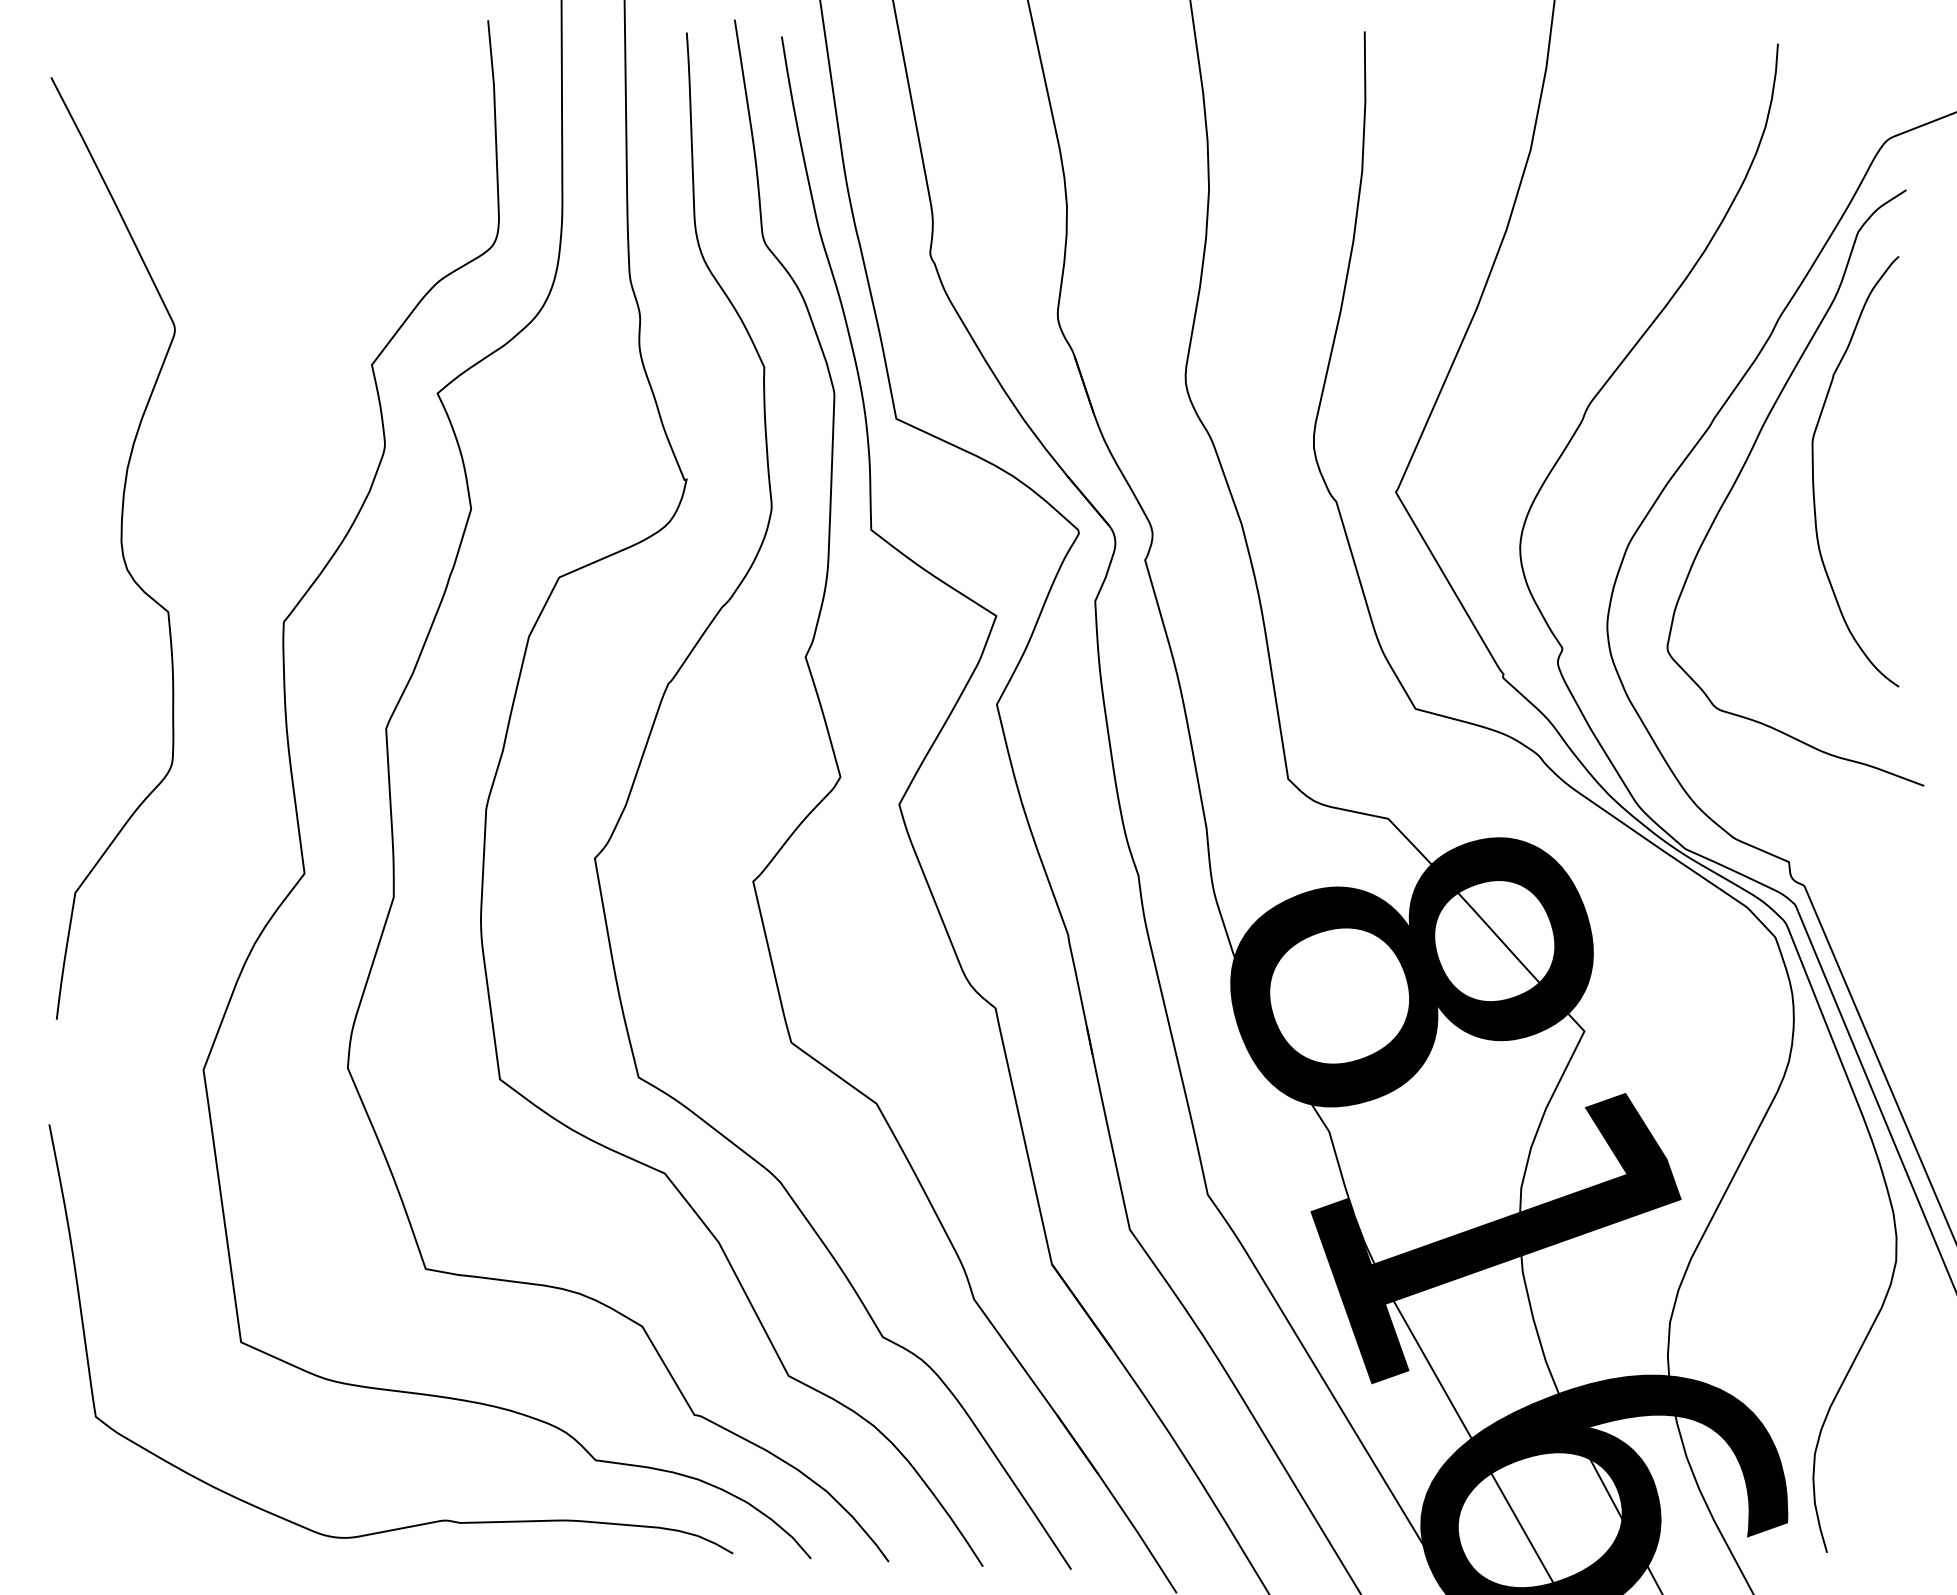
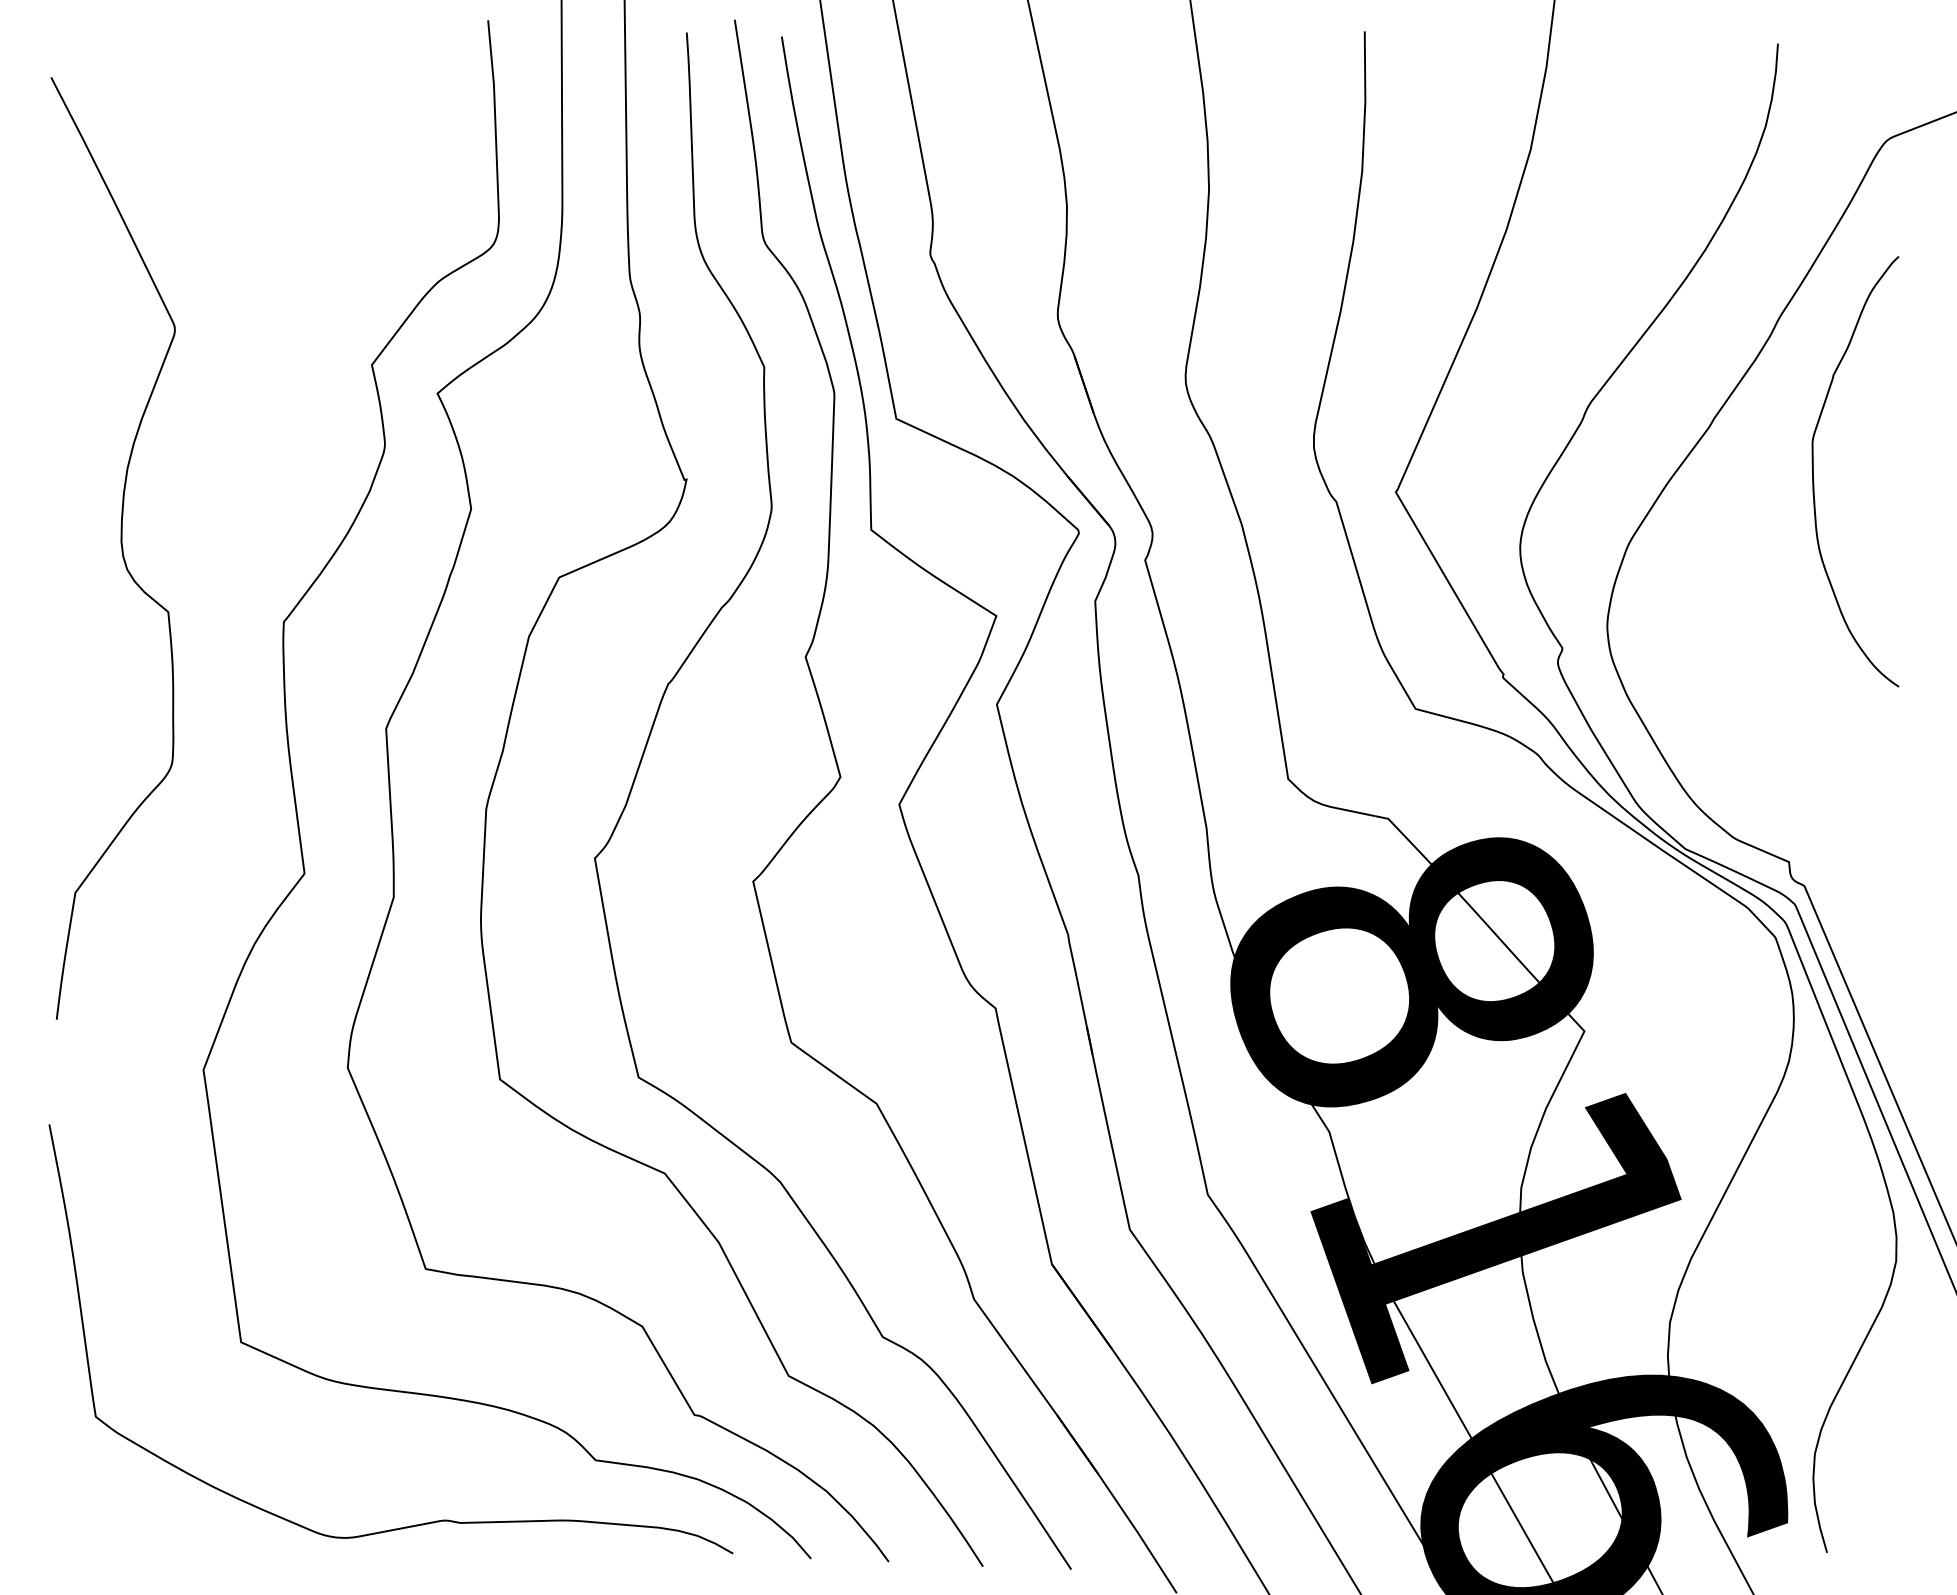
curve at (1746, 462): present -> none
